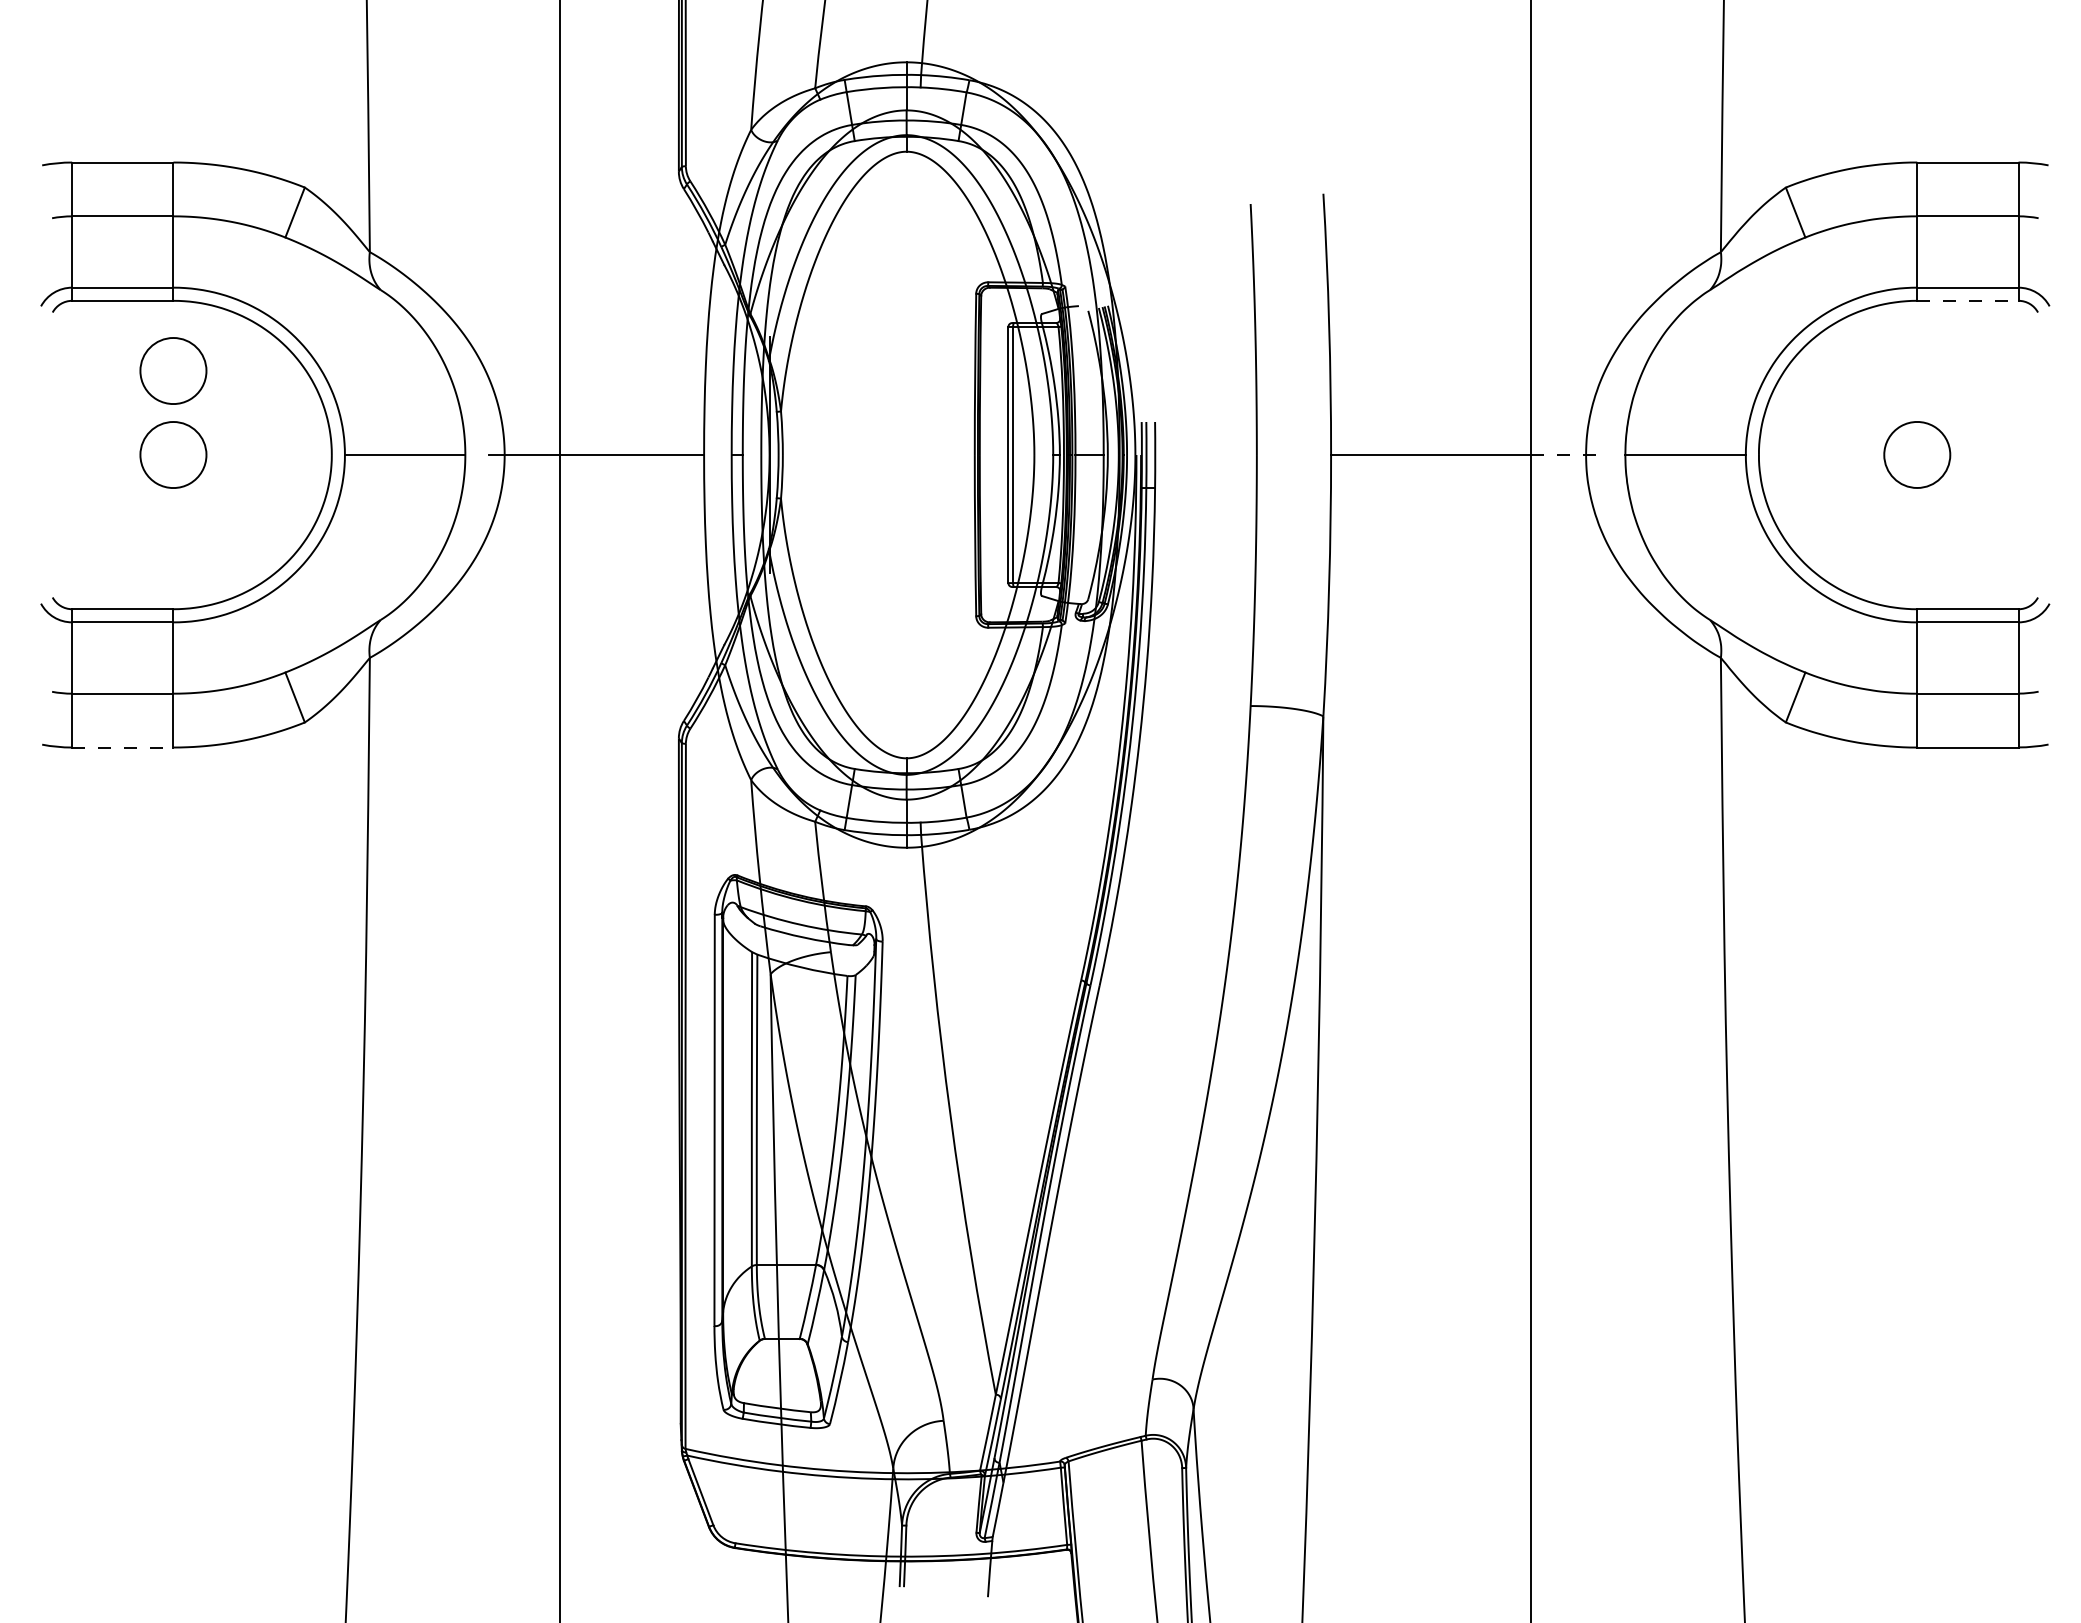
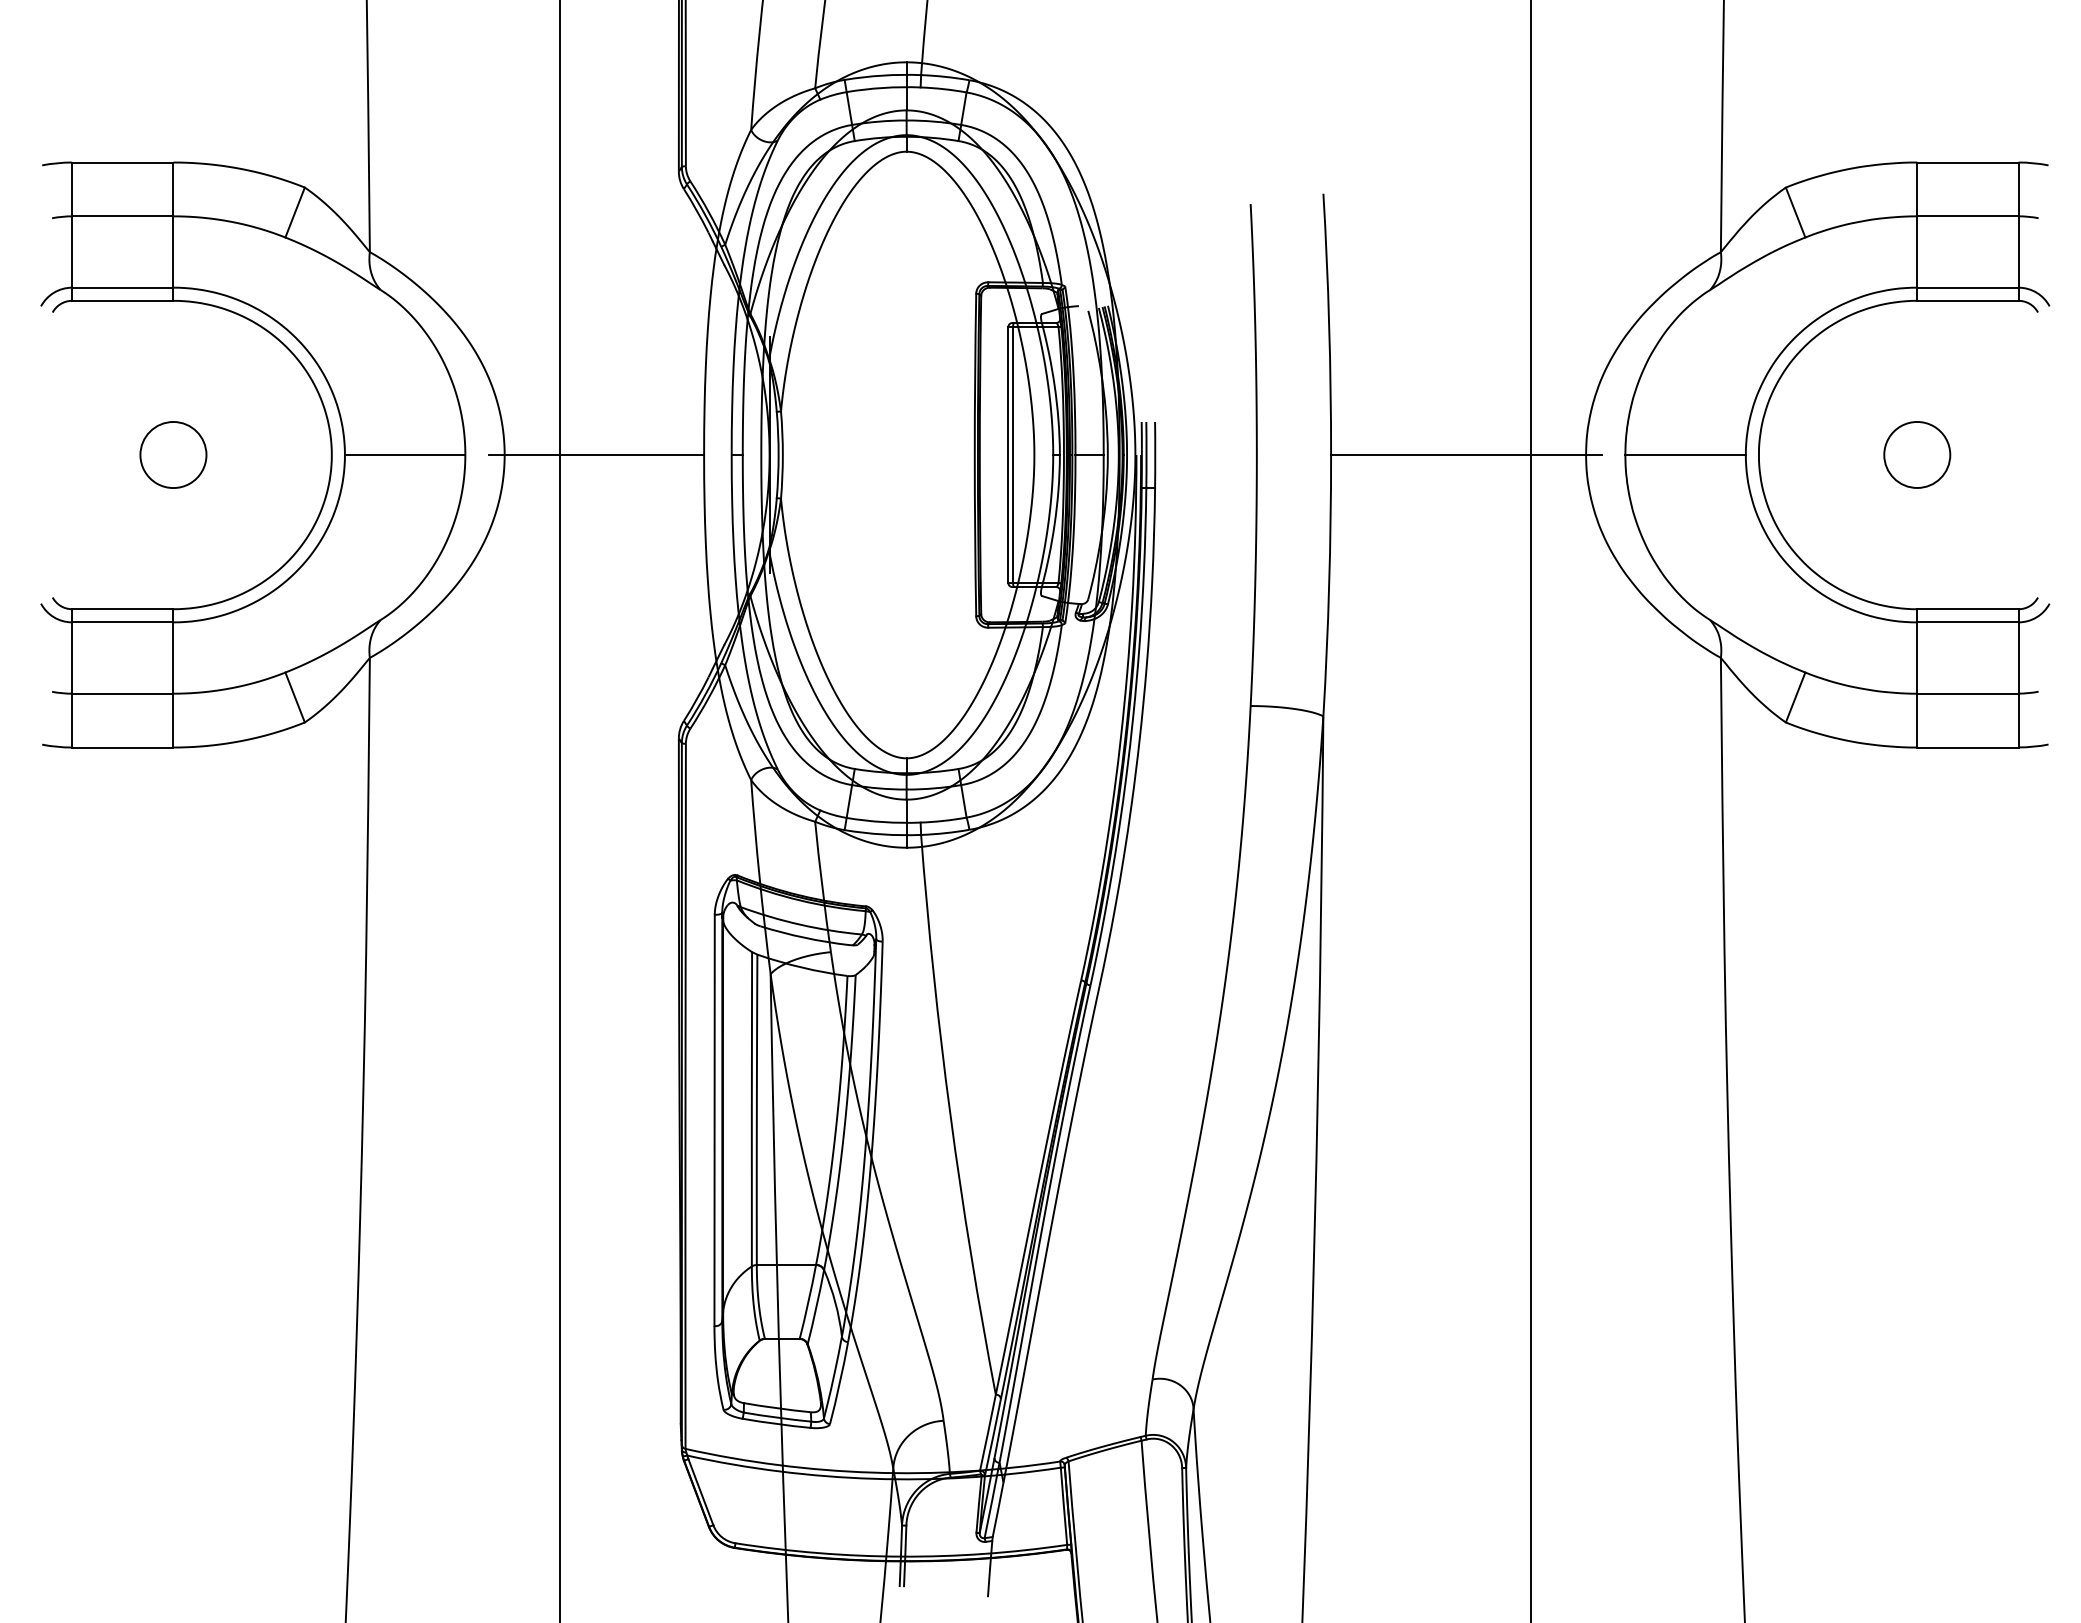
line at (1967, 300): dashed -> solid
part at (173, 370): present -> none
line at (1566, 454): dashed -> solid
line at (122, 747): dashed -> solid
